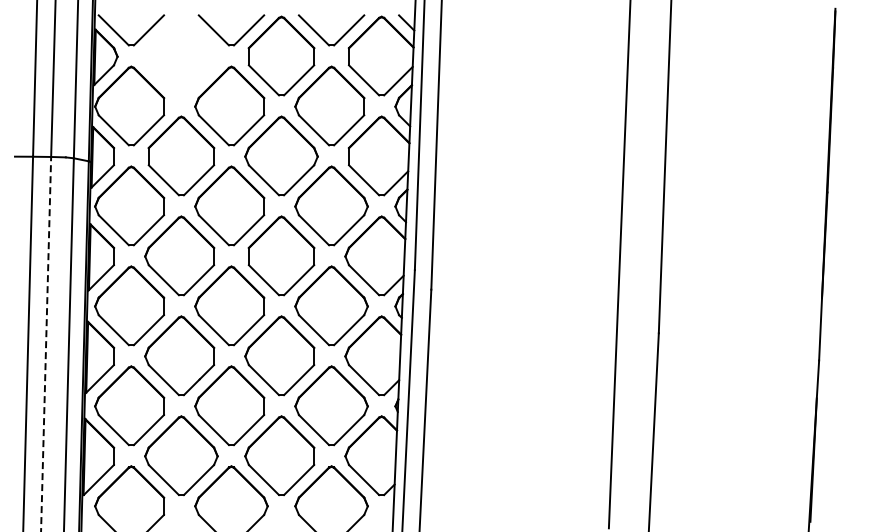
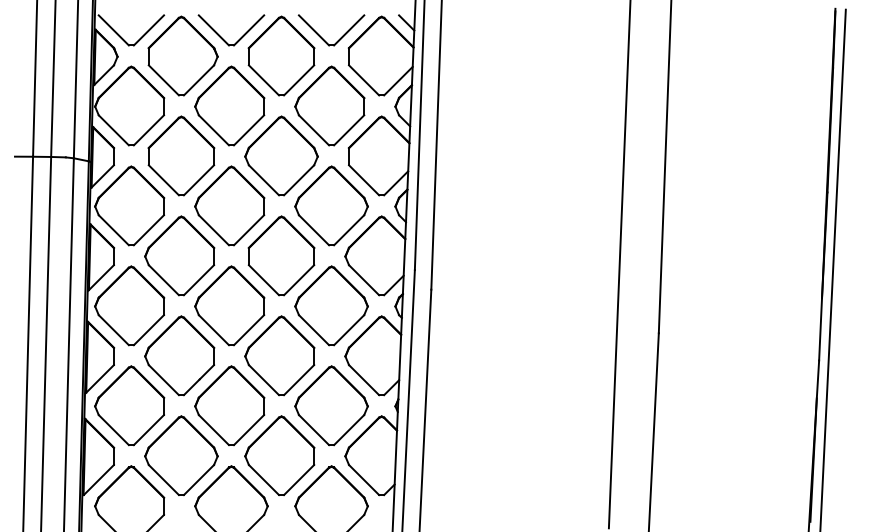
part at (182, 55): none -> present
line at (832, 268): none -> present
line at (46, 343): dashed -> solid
